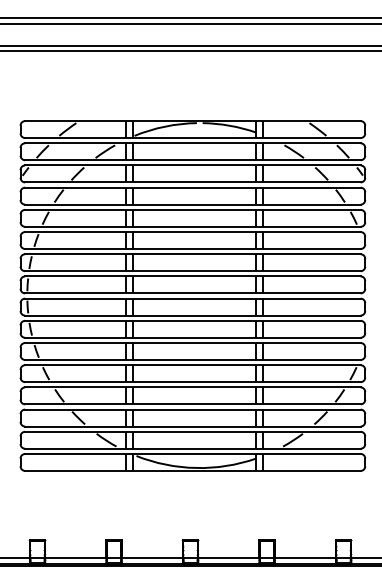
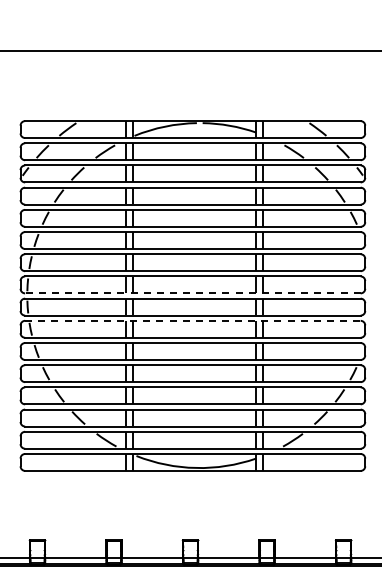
line at (190, 17): present -> none
line at (190, 24): present -> none
line at (190, 45): present -> none
line at (192, 293): solid -> dashed
line at (192, 320): solid -> dashed
